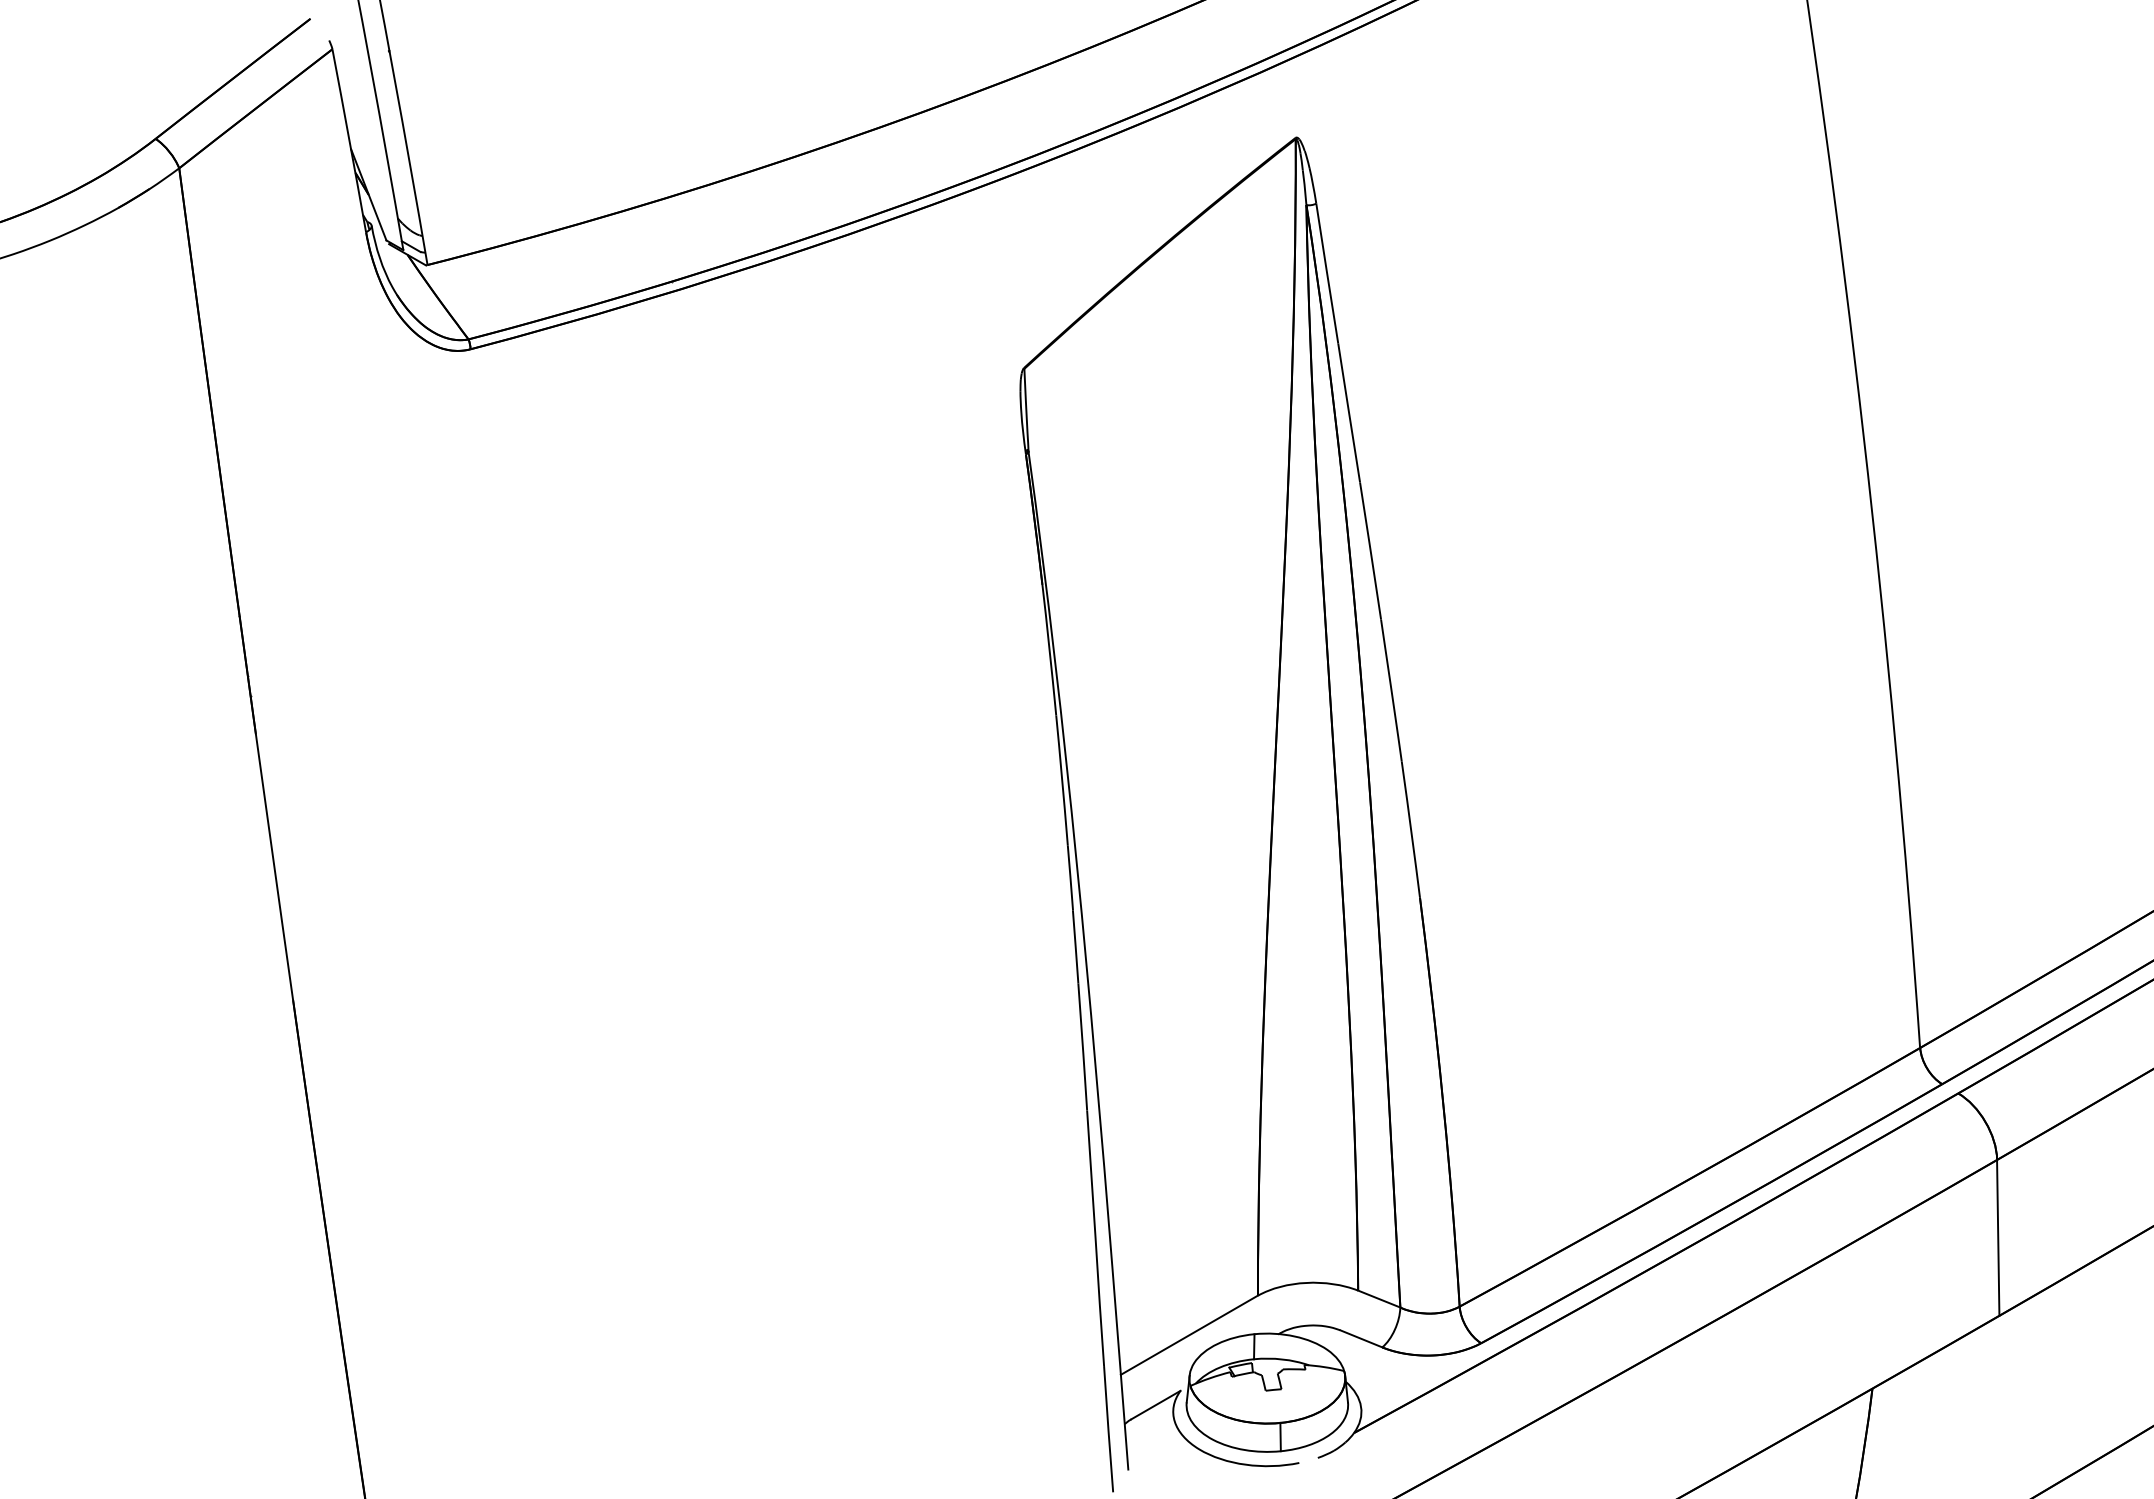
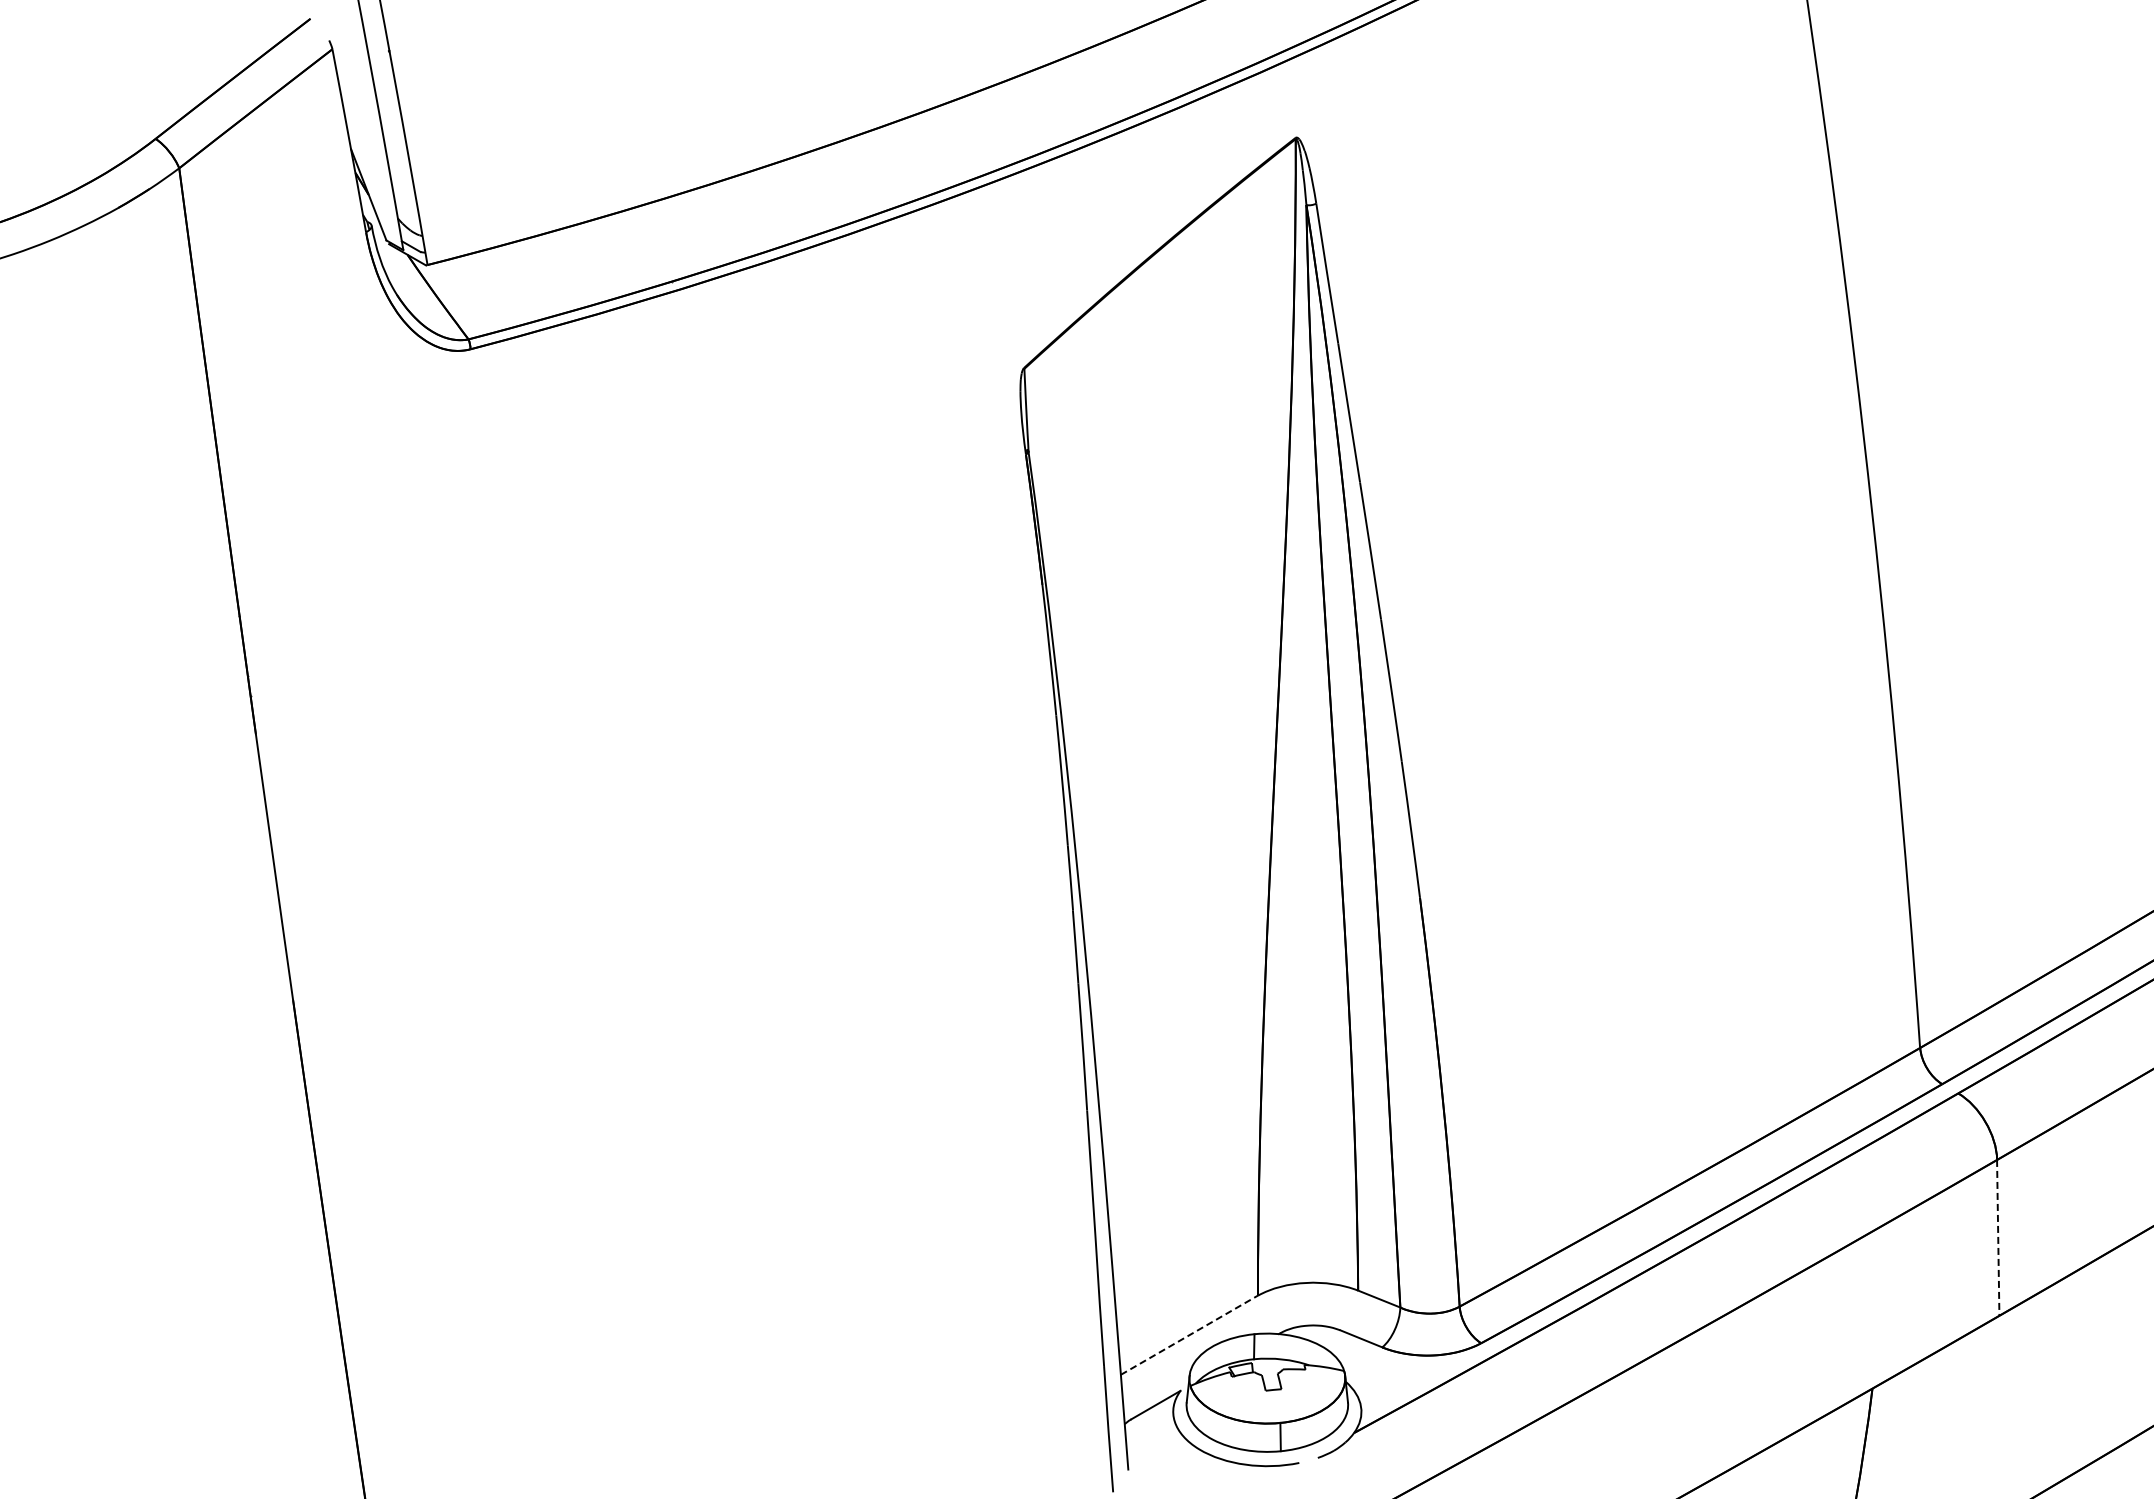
line at (1998, 1237): solid -> dashed
line at (1189, 1334): solid -> dashed
